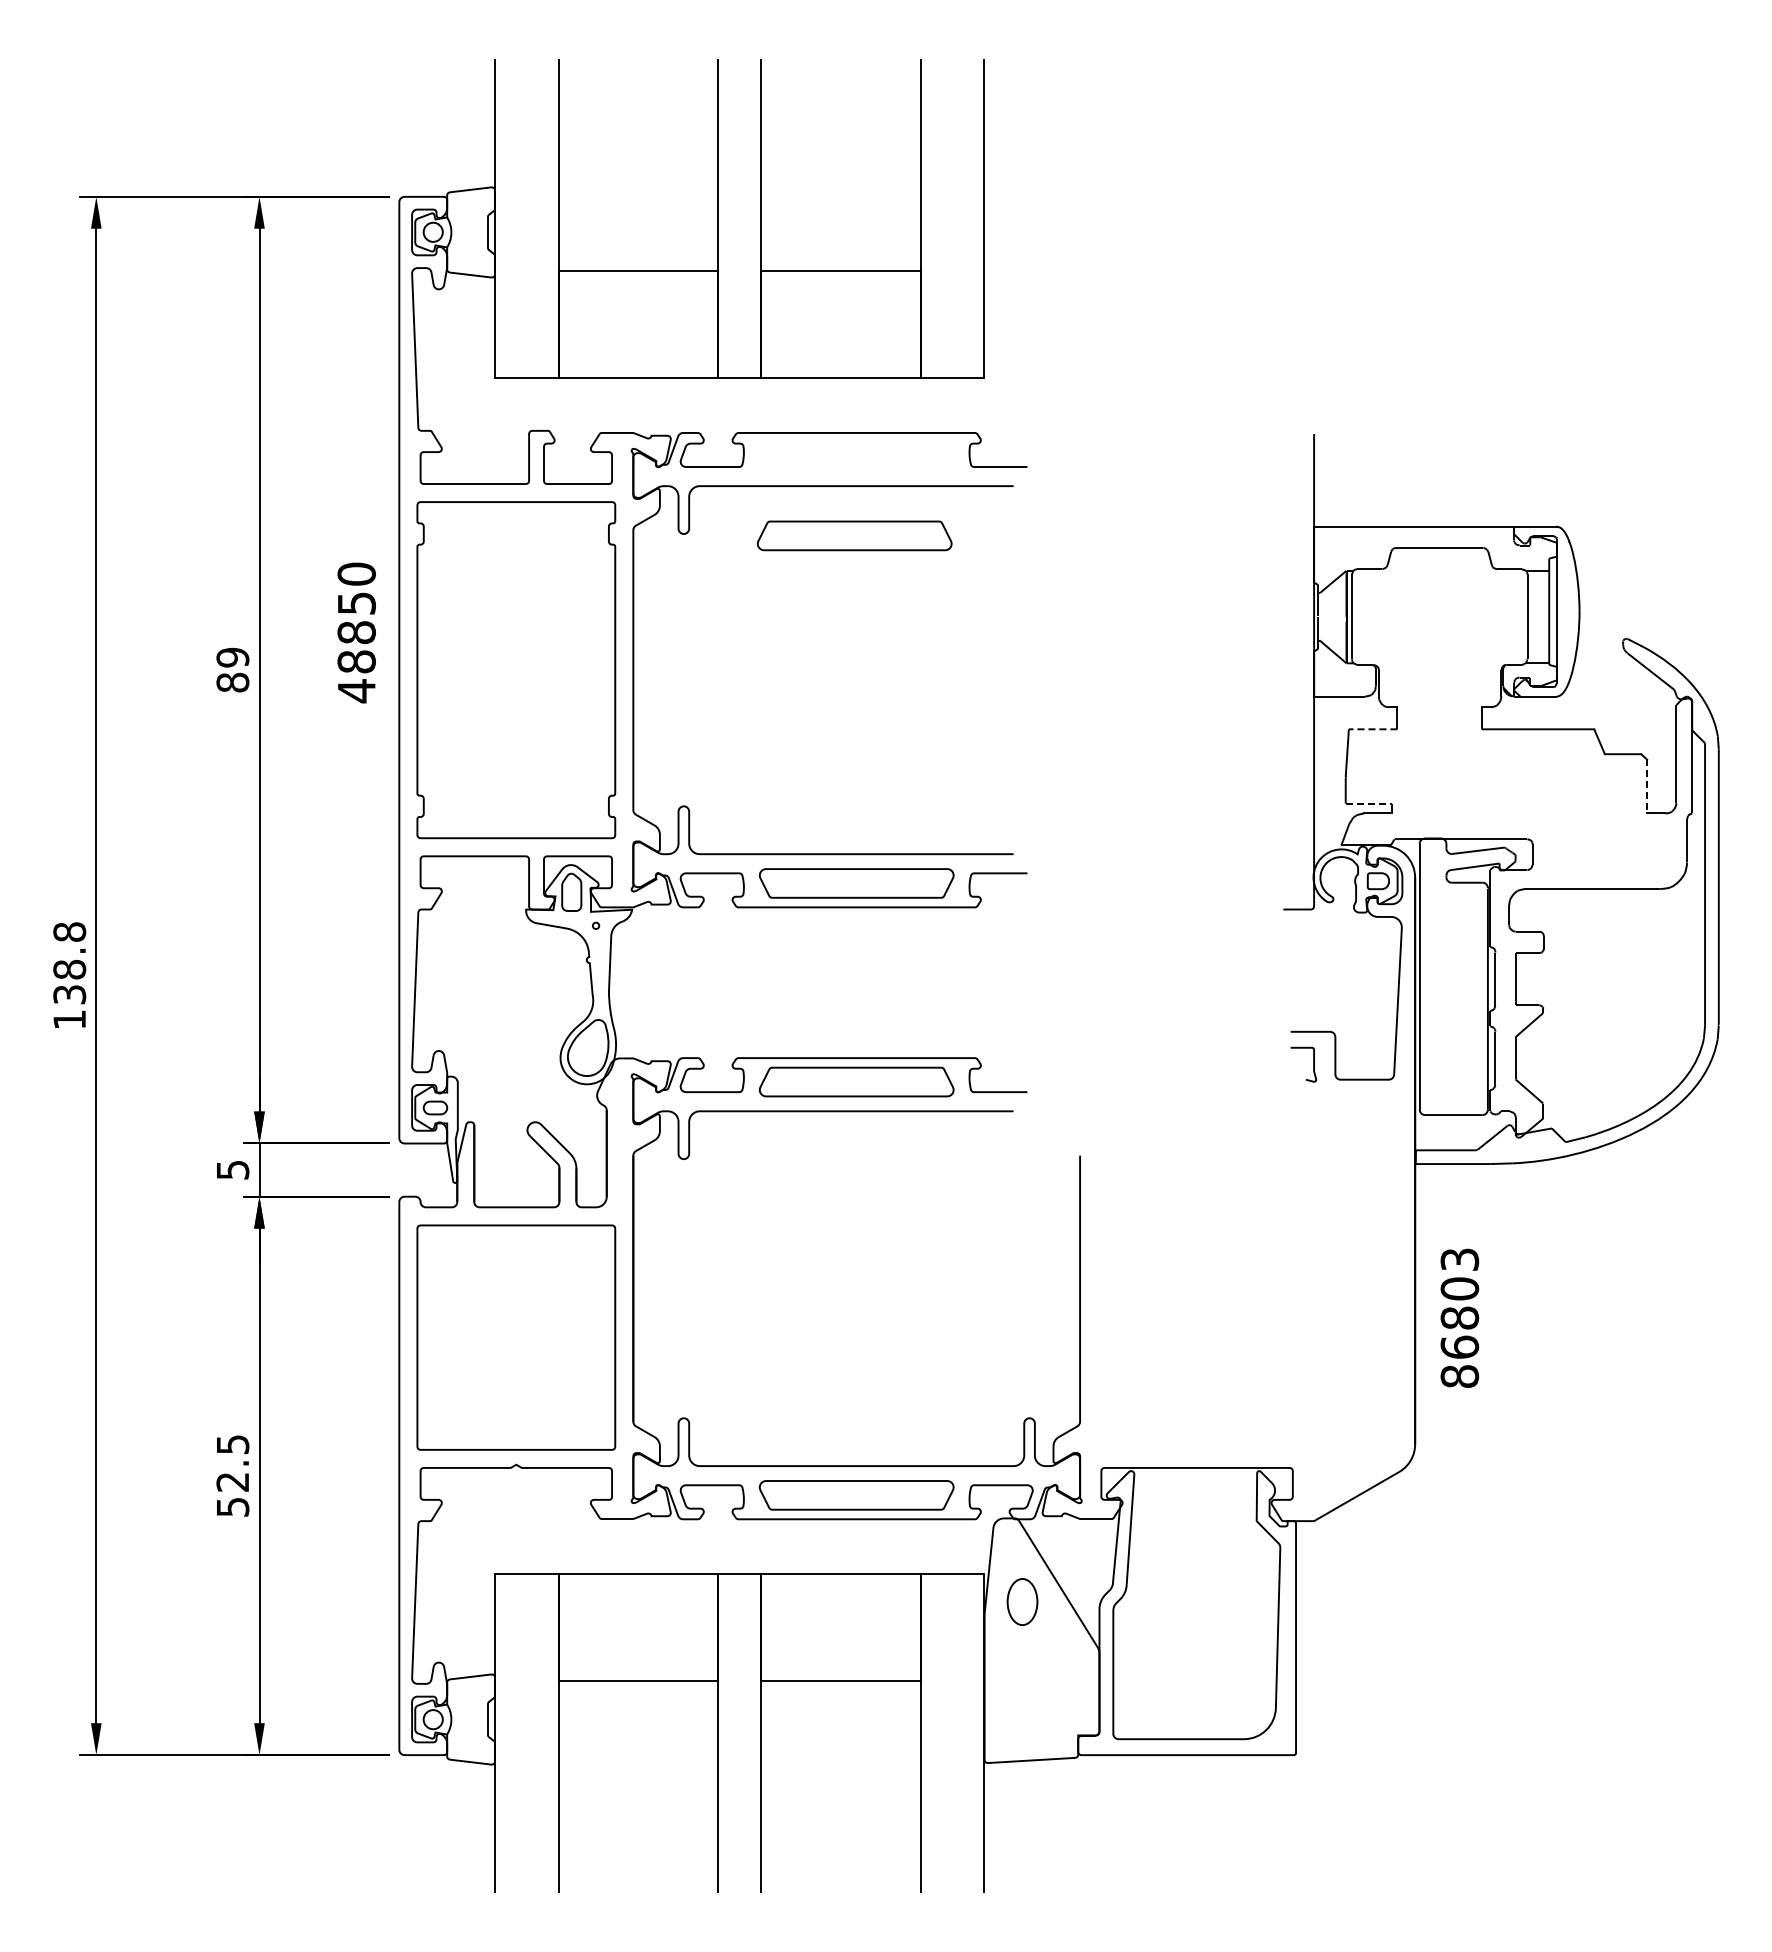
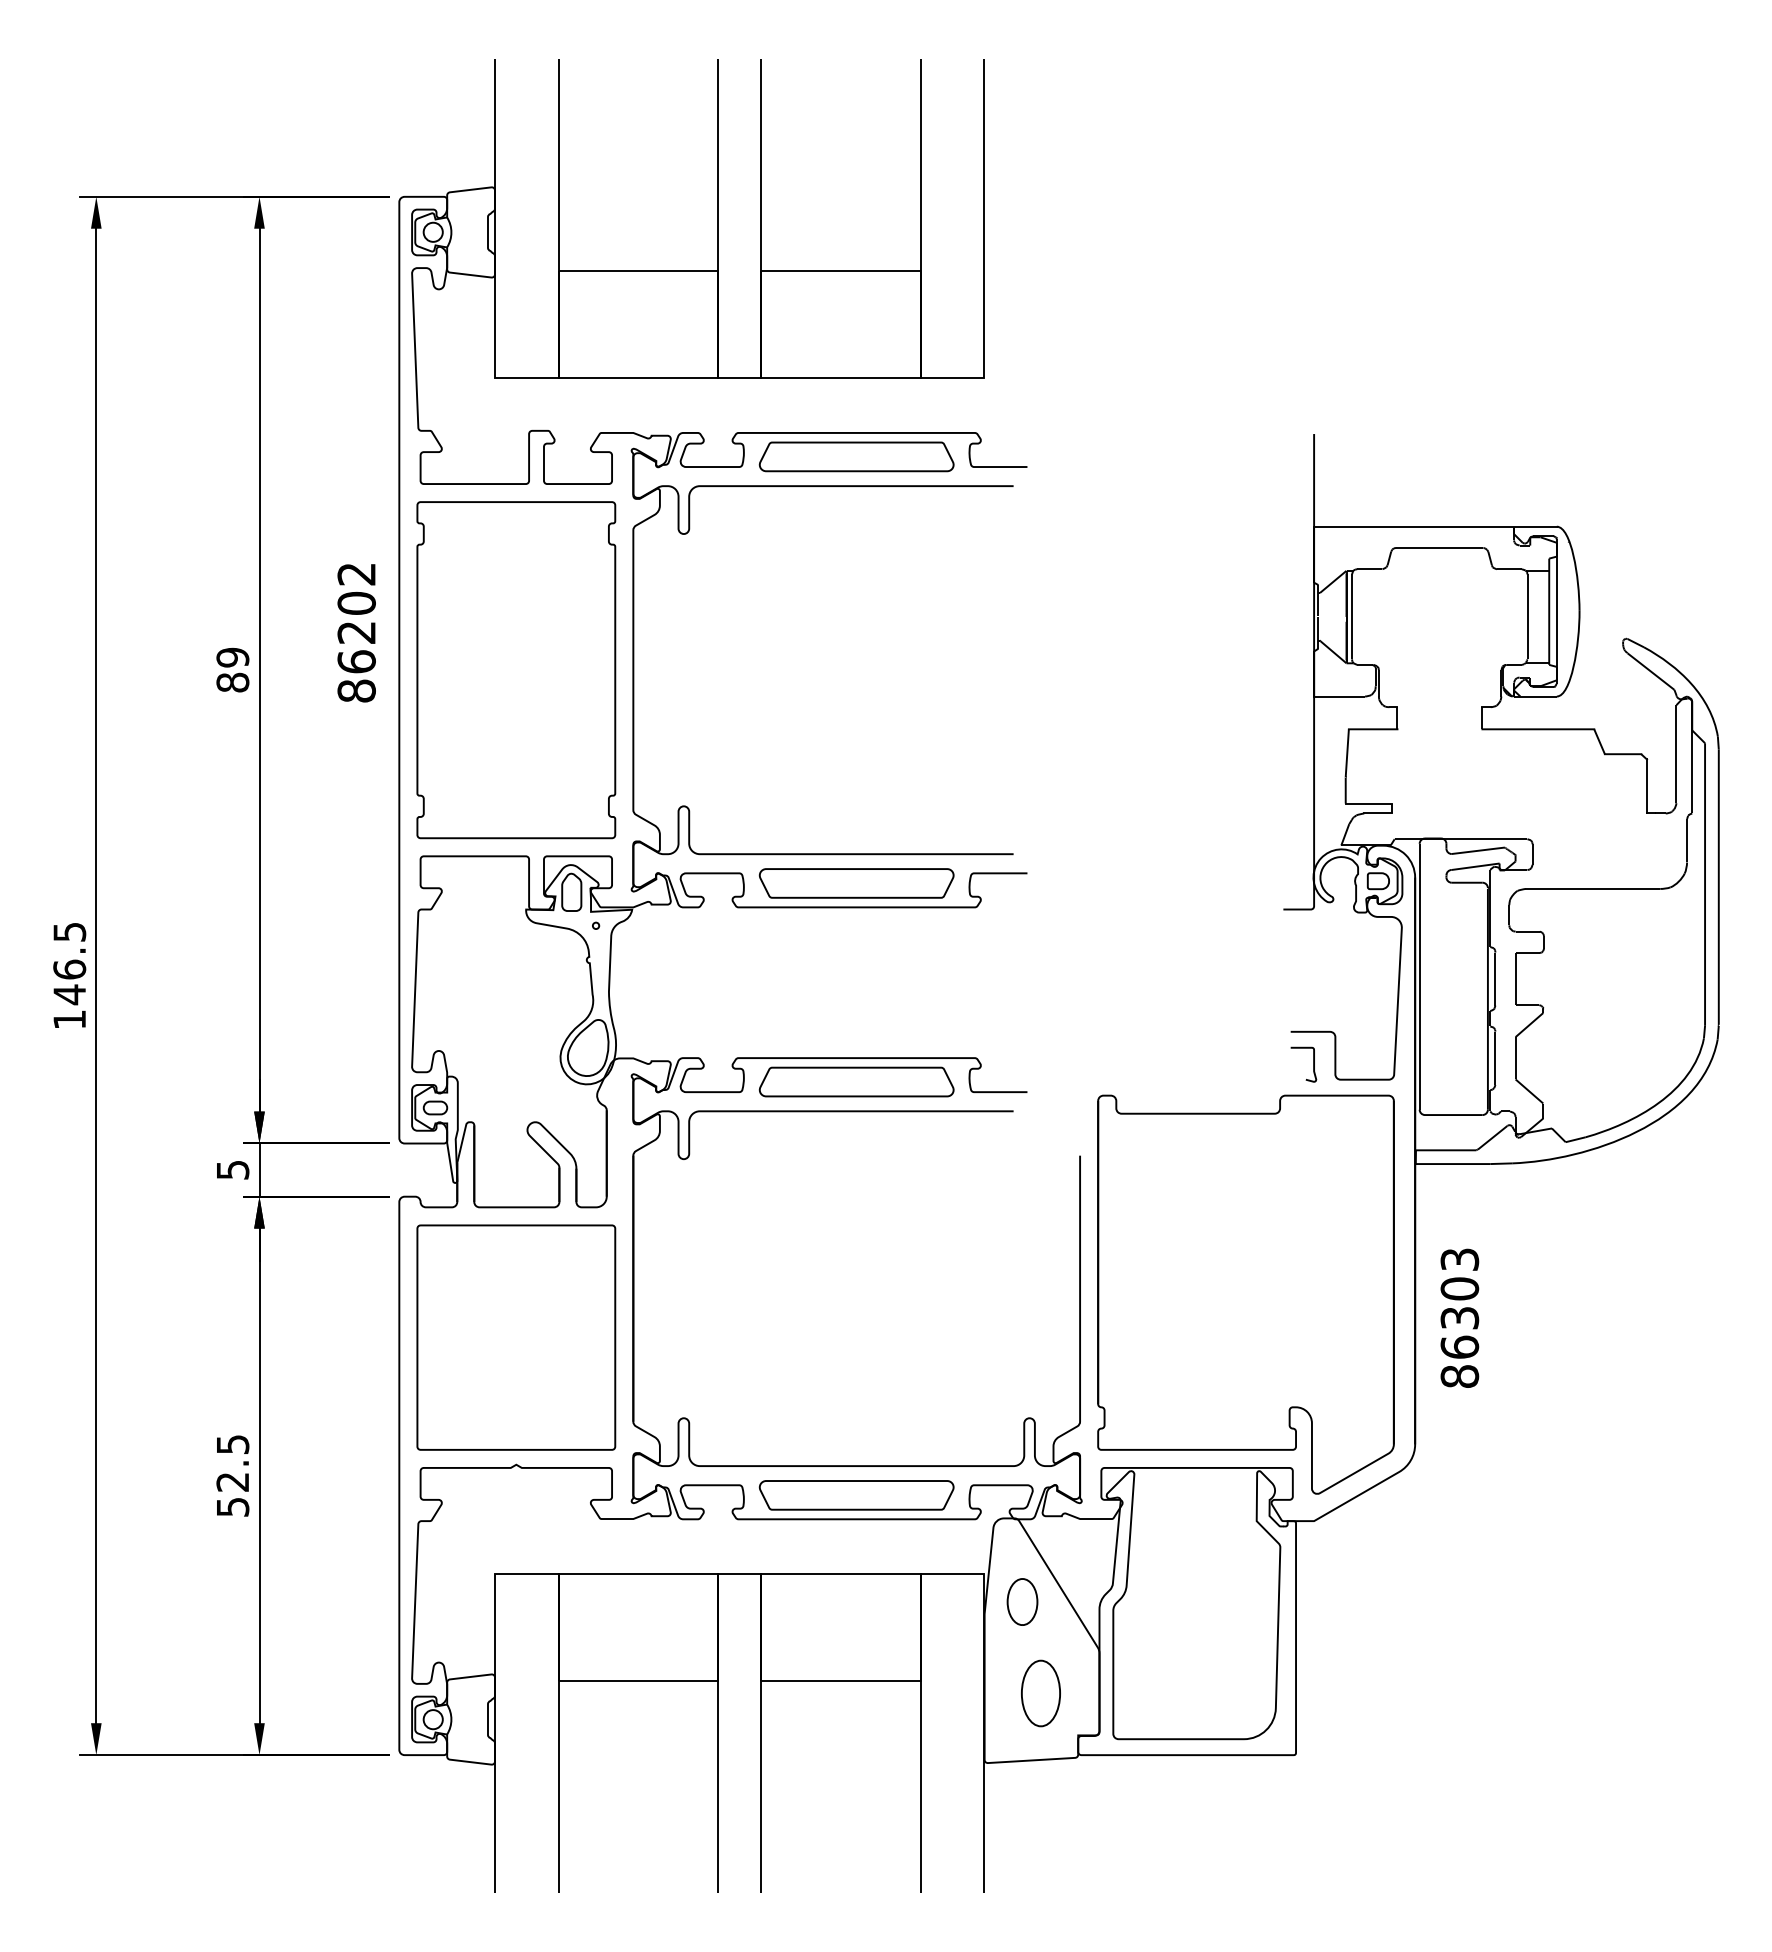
curve at (854, 522) position: (854, 522) -> (856, 443)
text at (356, 632): 48850 -> 86202
line at (1372, 729): dashed -> solid
line at (1646, 786): dashed -> solid
line at (1368, 803): dashed -> solid
text at (69, 963): 138.8 -> 146.5
part at (1245, 1294): none -> present
text at (1459, 1317): 86803 -> 86303
part at (1040, 1693): none -> present
